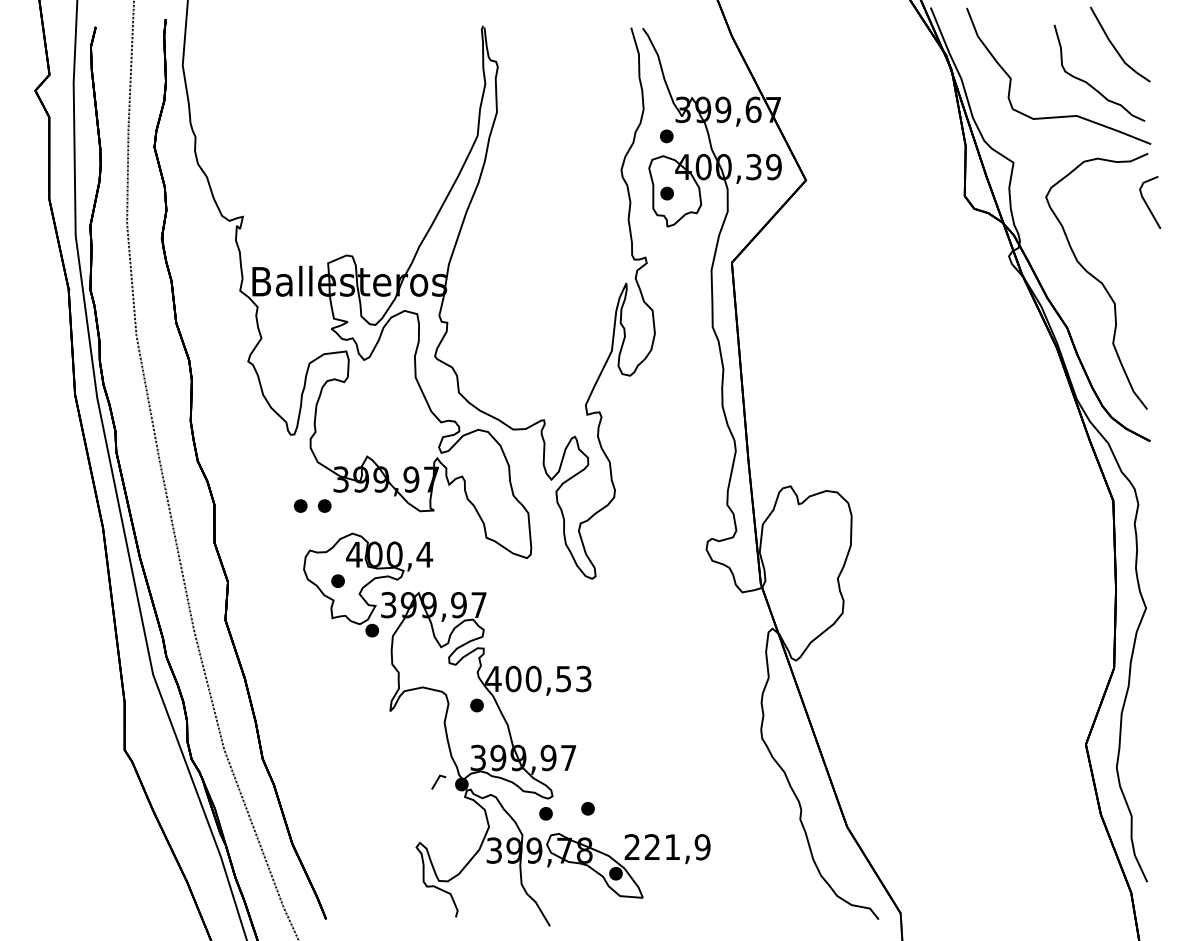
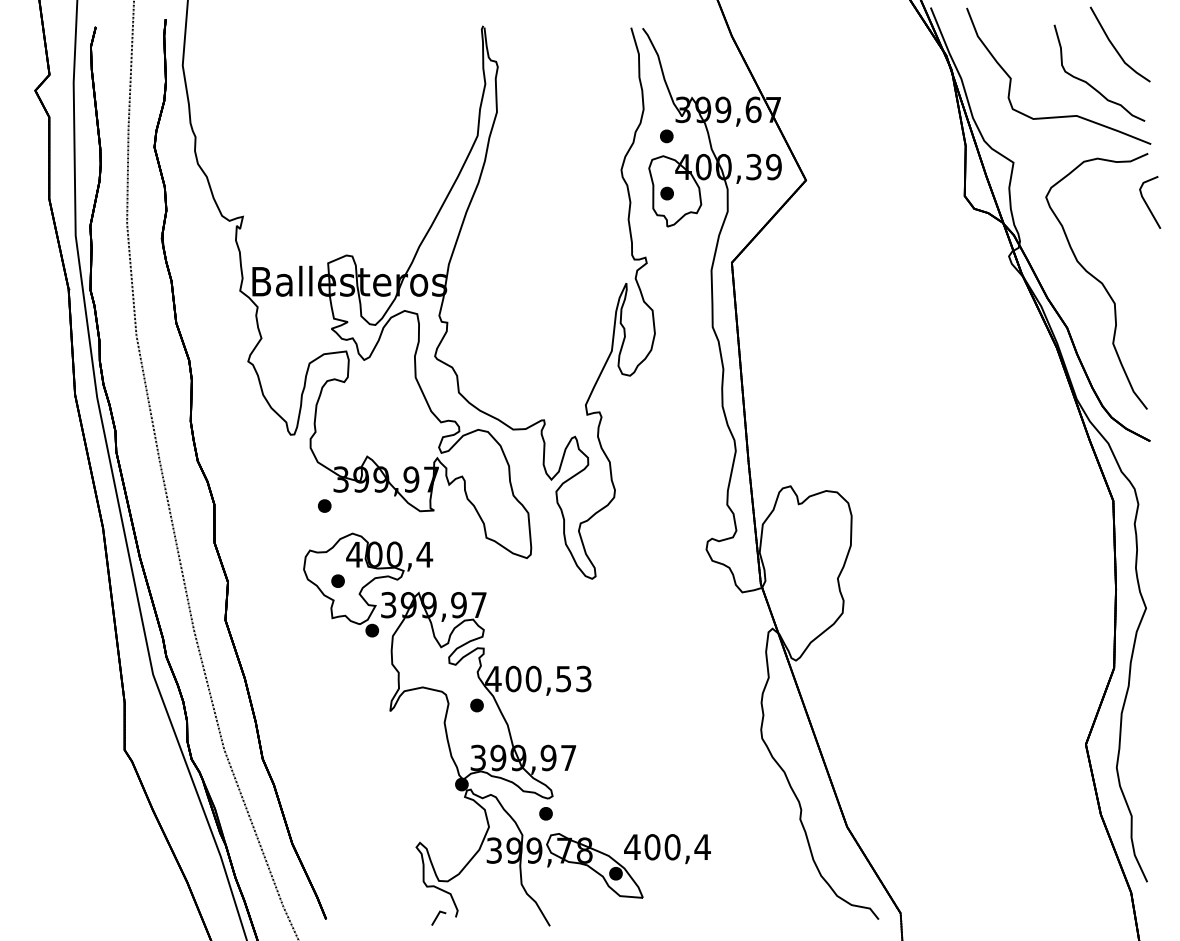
part at (300, 505): present -> none
line at (438, 780) position: (438, 780) -> (438, 916)
part at (587, 808): present -> none
text at (667, 847): 221,9 -> 400,4
